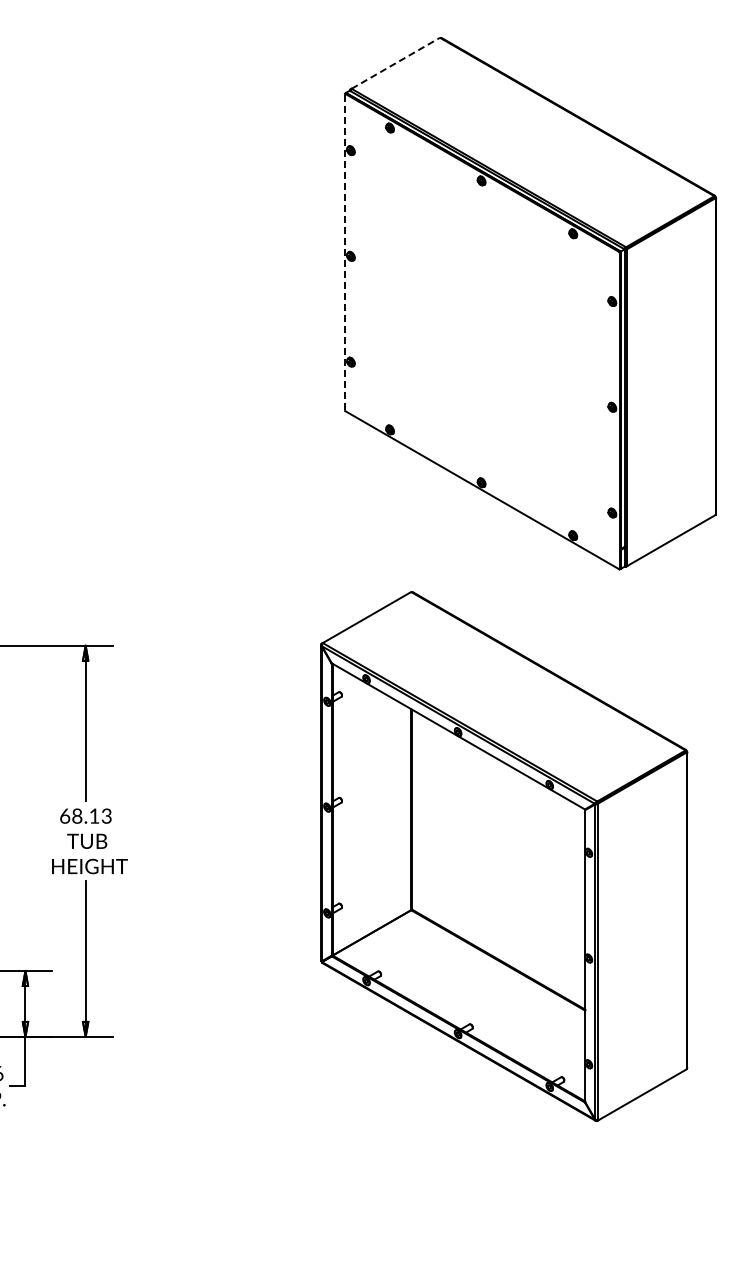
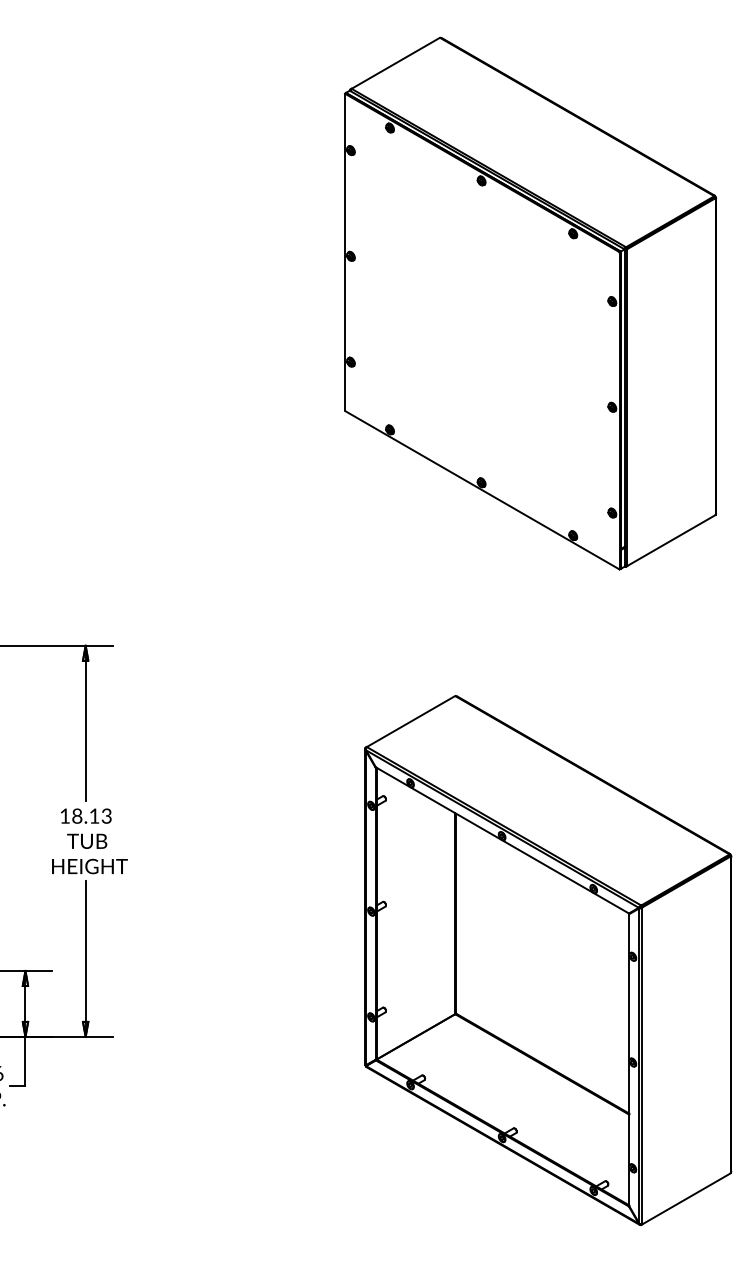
line at (395, 63): dashed -> solid
line at (344, 251): dashed -> solid
text at (65, 815): 68.13 -> 18.13
part at (504, 856) position: (504, 856) -> (548, 960)
